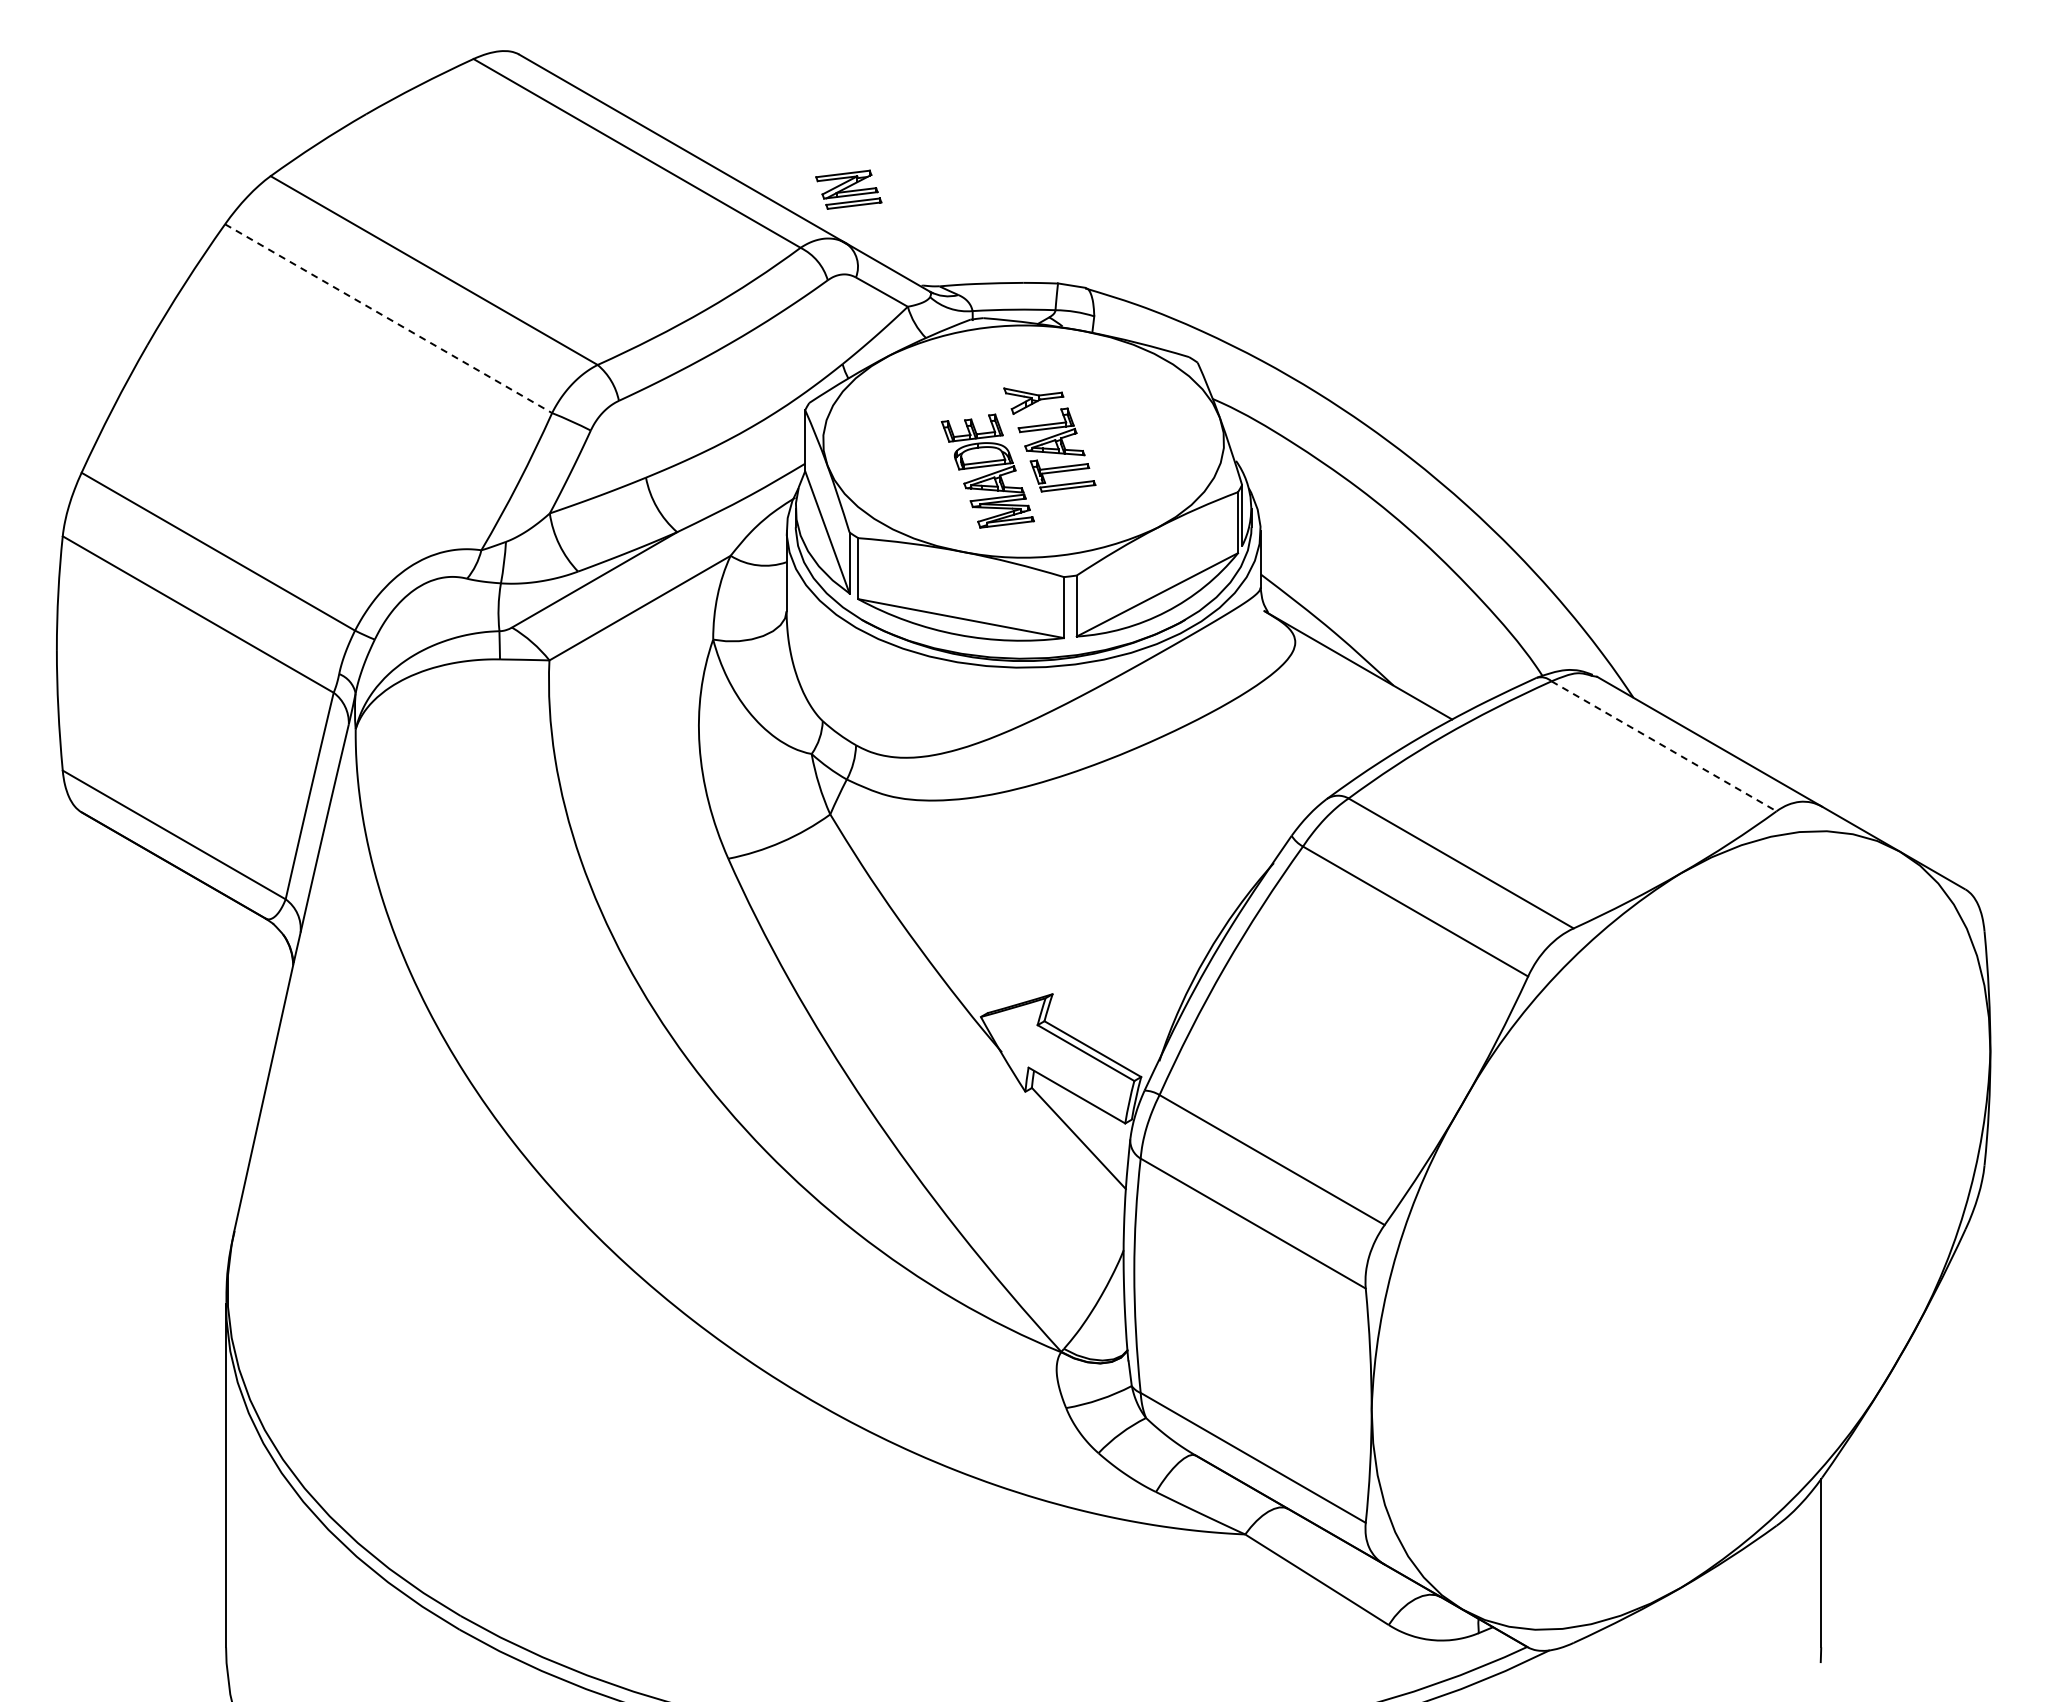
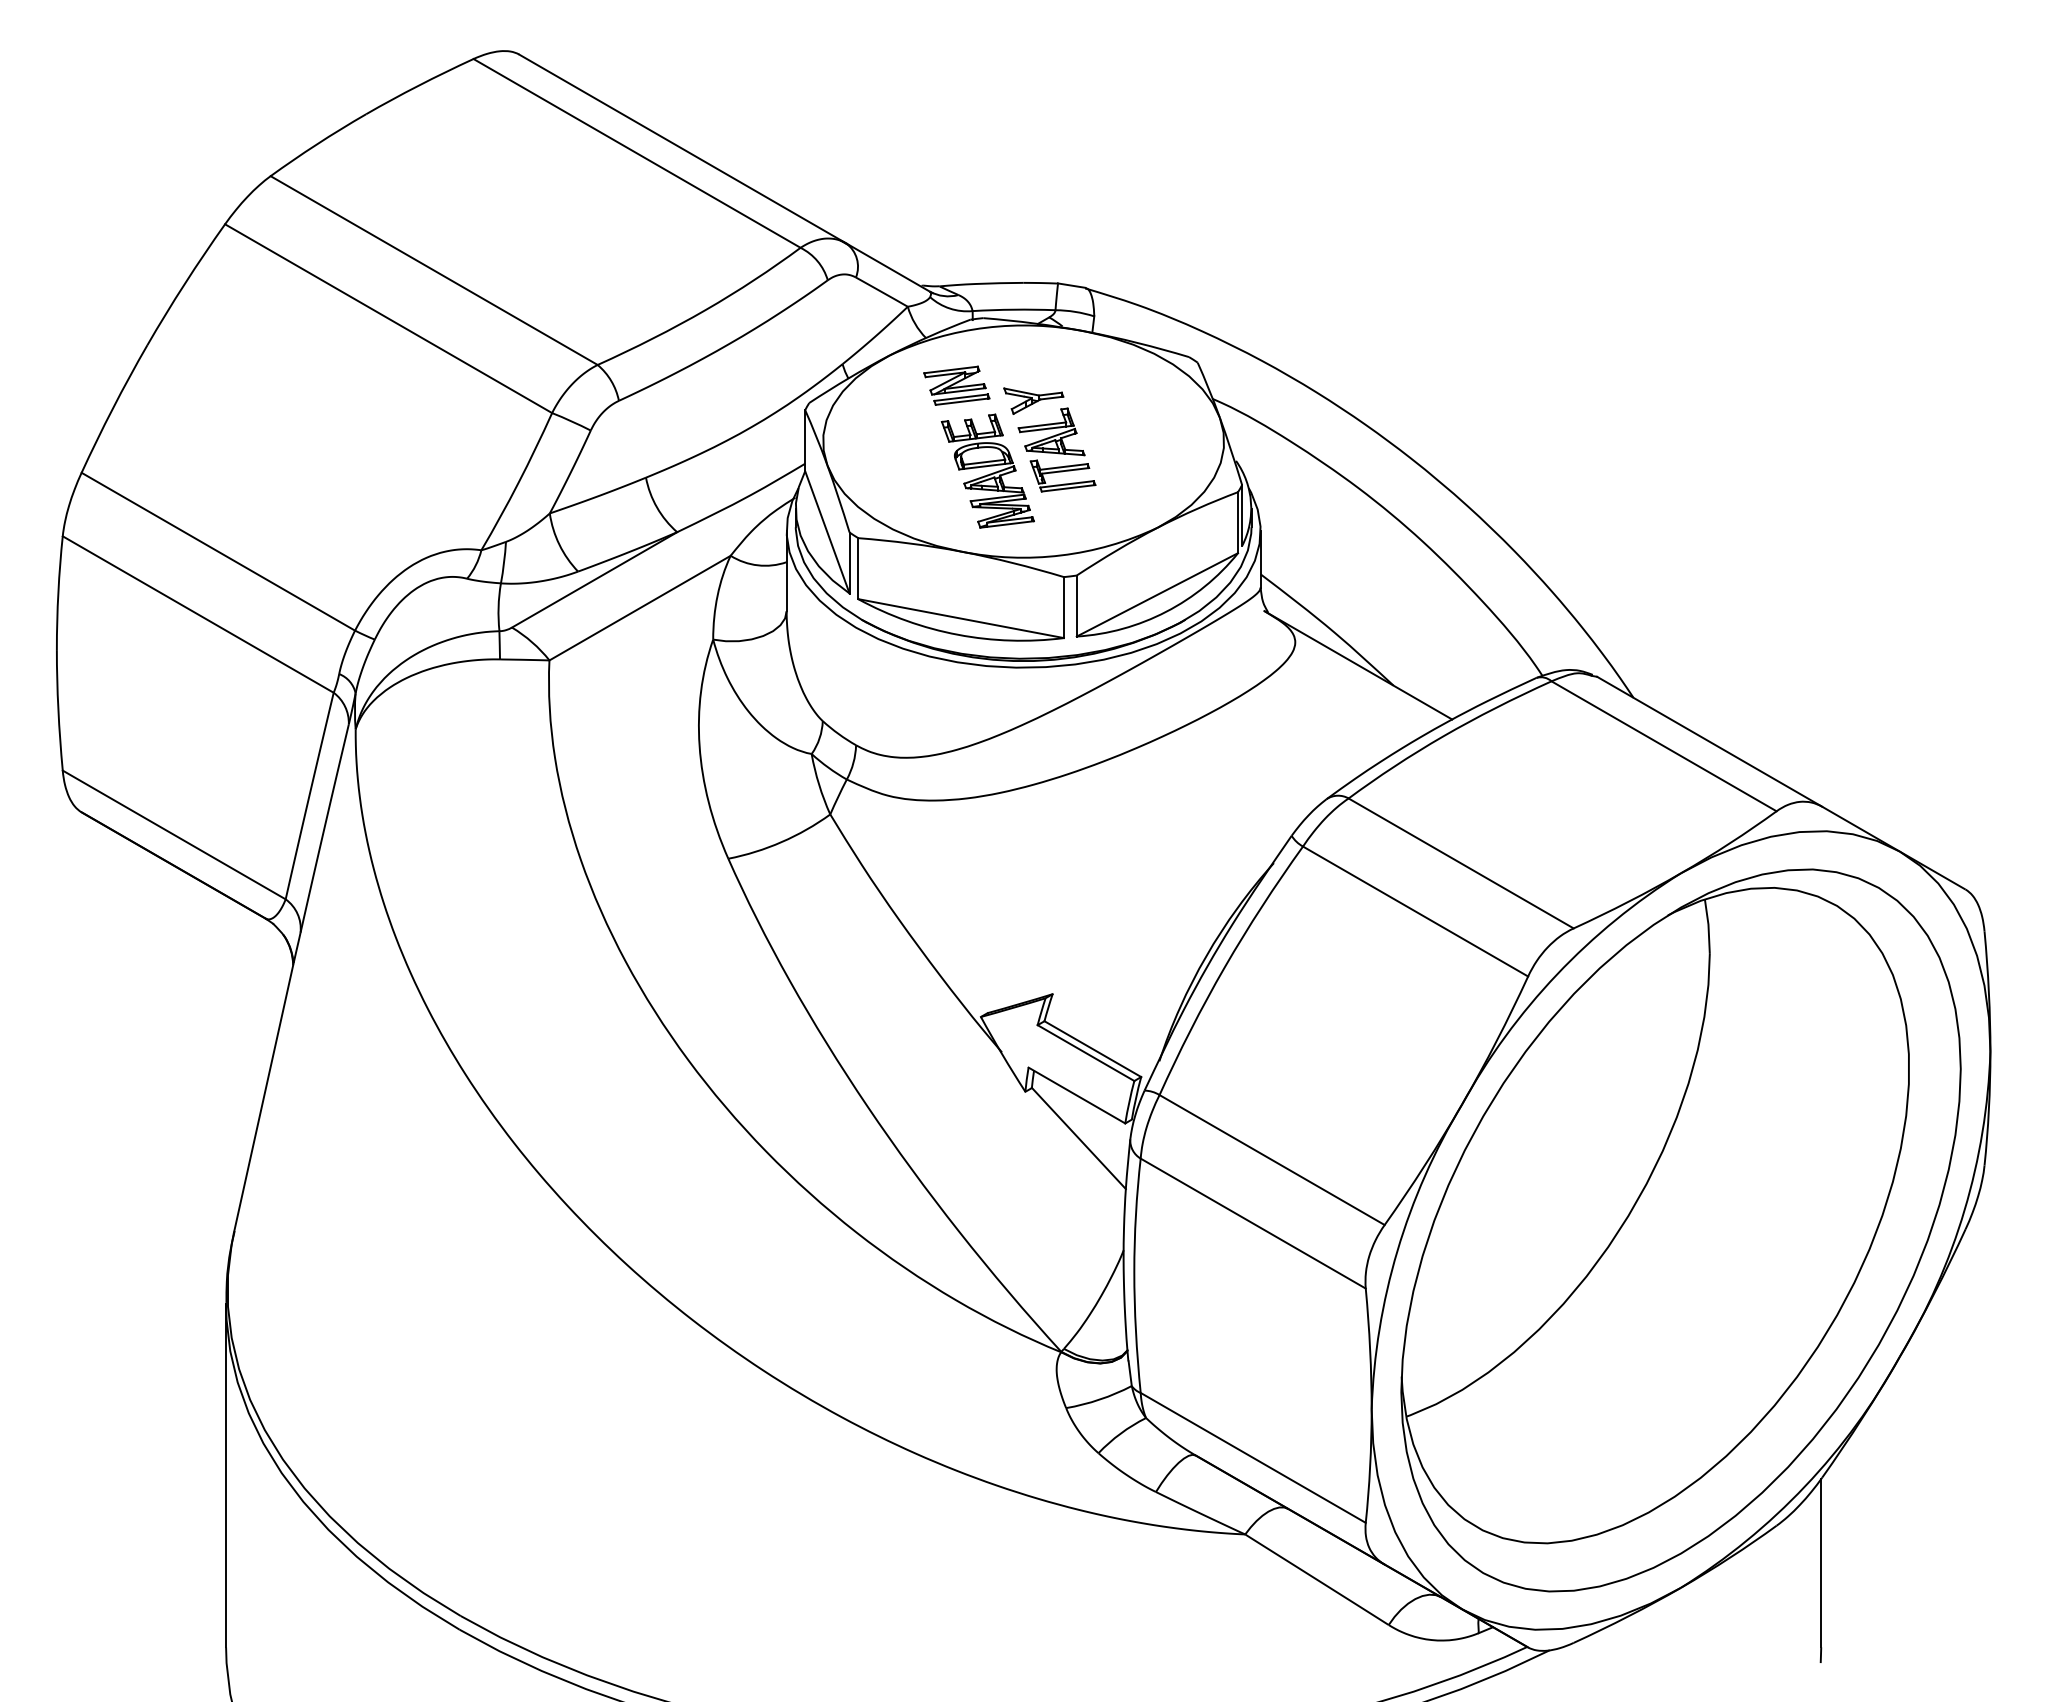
part at (848, 189) position: (848, 189) -> (956, 385)
line at (388, 318): dashed -> solid
line at (1664, 746): dashed -> solid
part at (1680, 1230): none -> present
